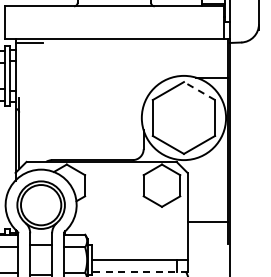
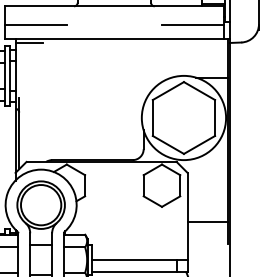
line at (35, 24): none -> present
line at (192, 24): none -> present
line at (199, 91): dashed -> solid
line at (139, 271): dashed -> solid
